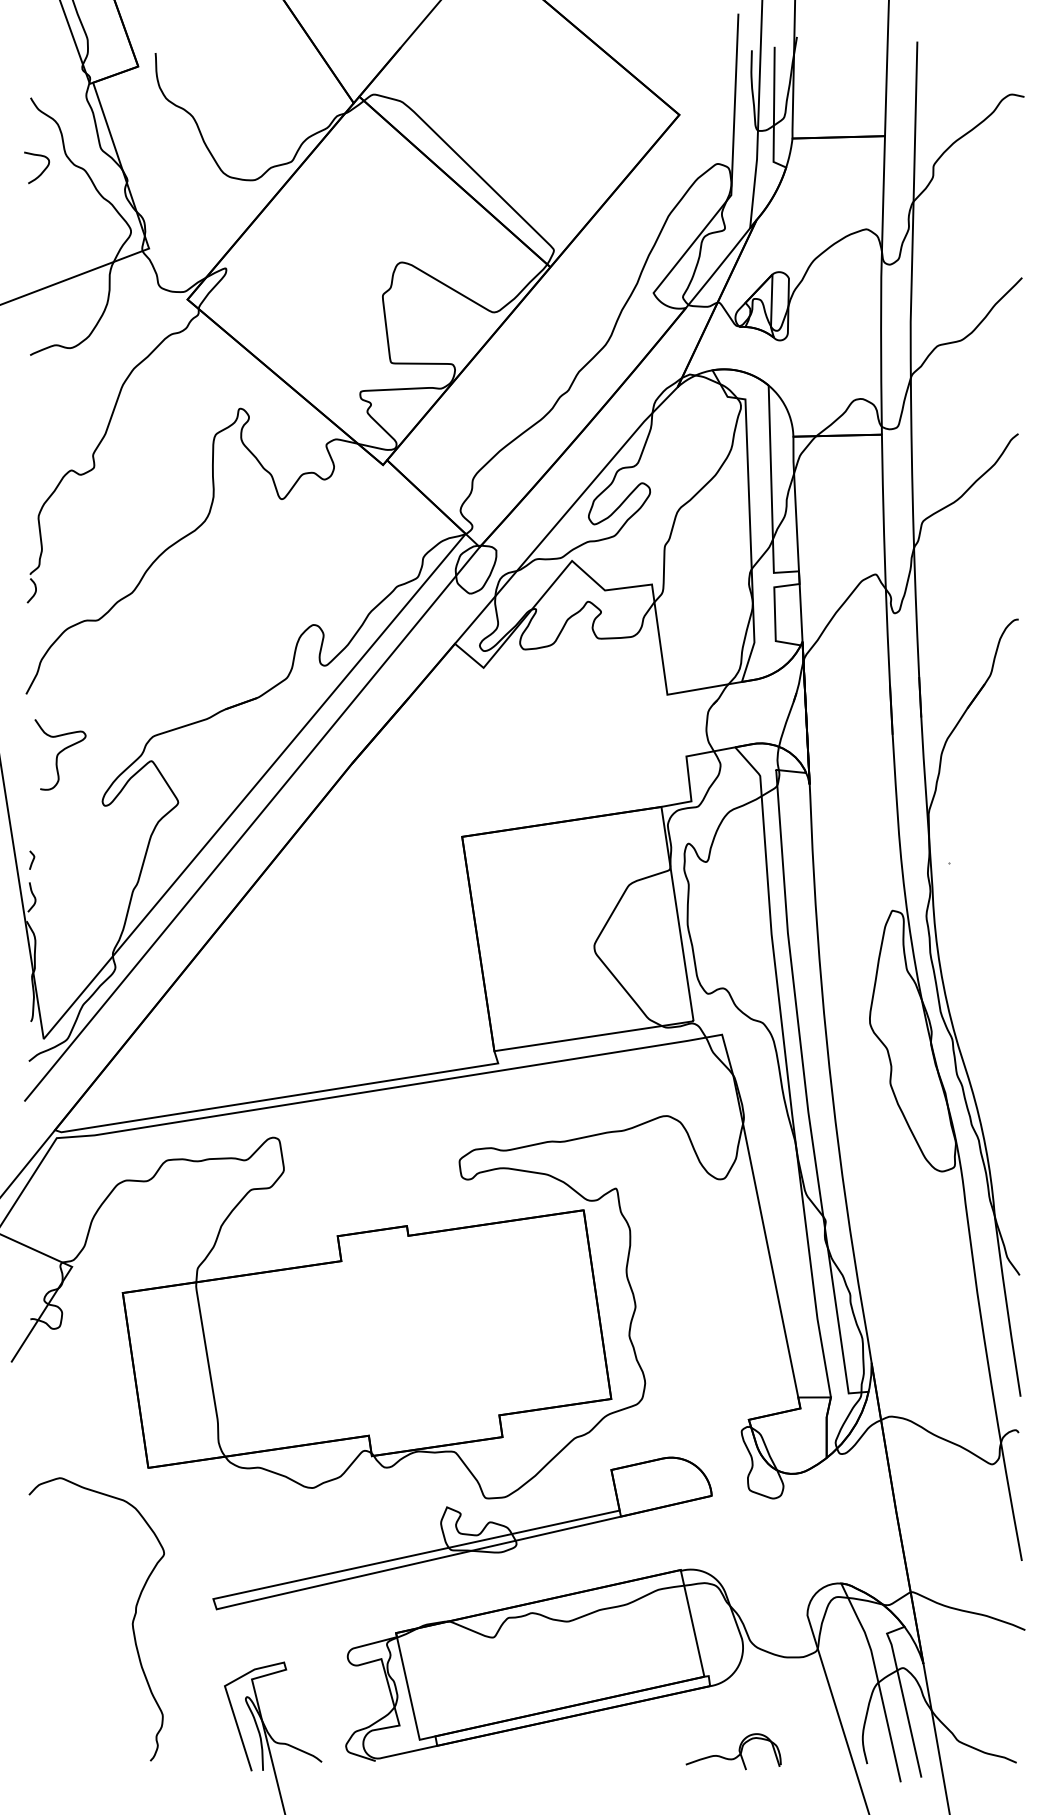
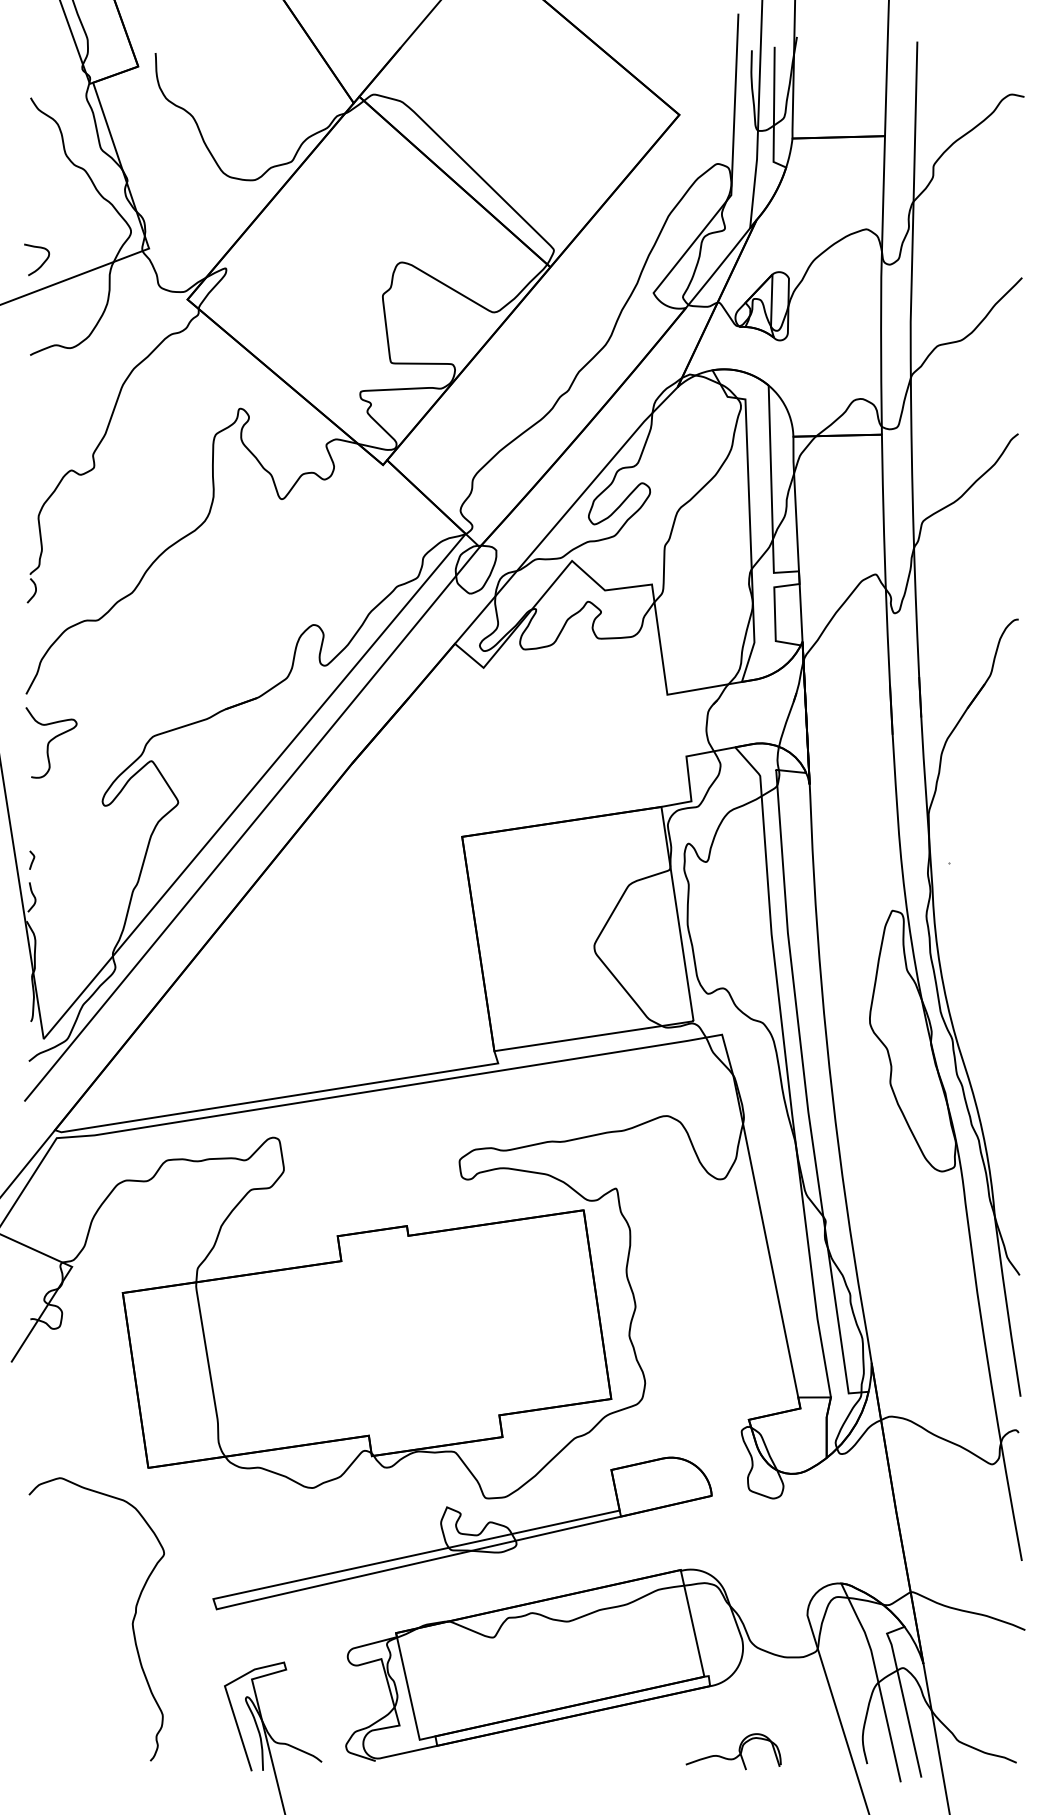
curve at (43, 169) position: (43, 169) -> (43, 261)
curve at (60, 753) position: (60, 753) -> (51, 741)
